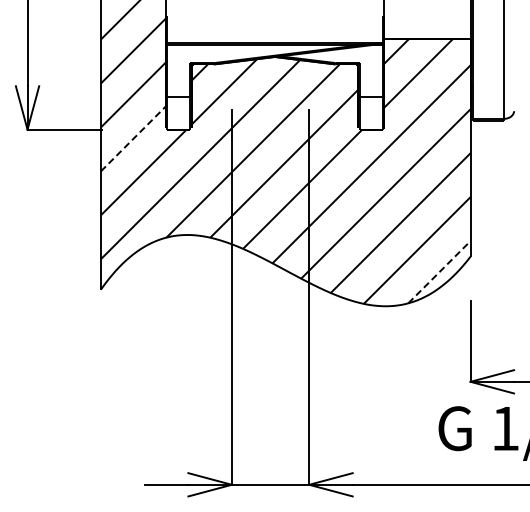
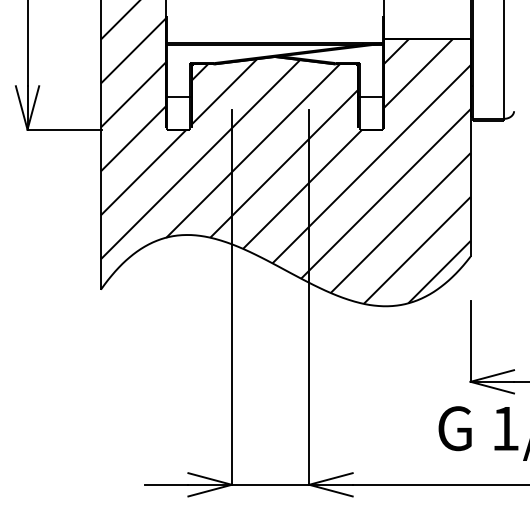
line at (133, 138): dashed -> solid
line at (439, 272): dashed -> solid
